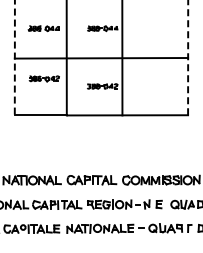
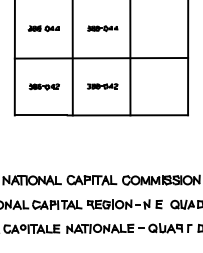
line at (188, 57): dashed -> solid
line at (14, 58): dashed -> solid
line at (66, 58) position: (66, 58) -> (72, 58)
line at (122, 58) position: (122, 58) -> (130, 58)
part at (43, 78) position: (43, 78) -> (43, 86)
